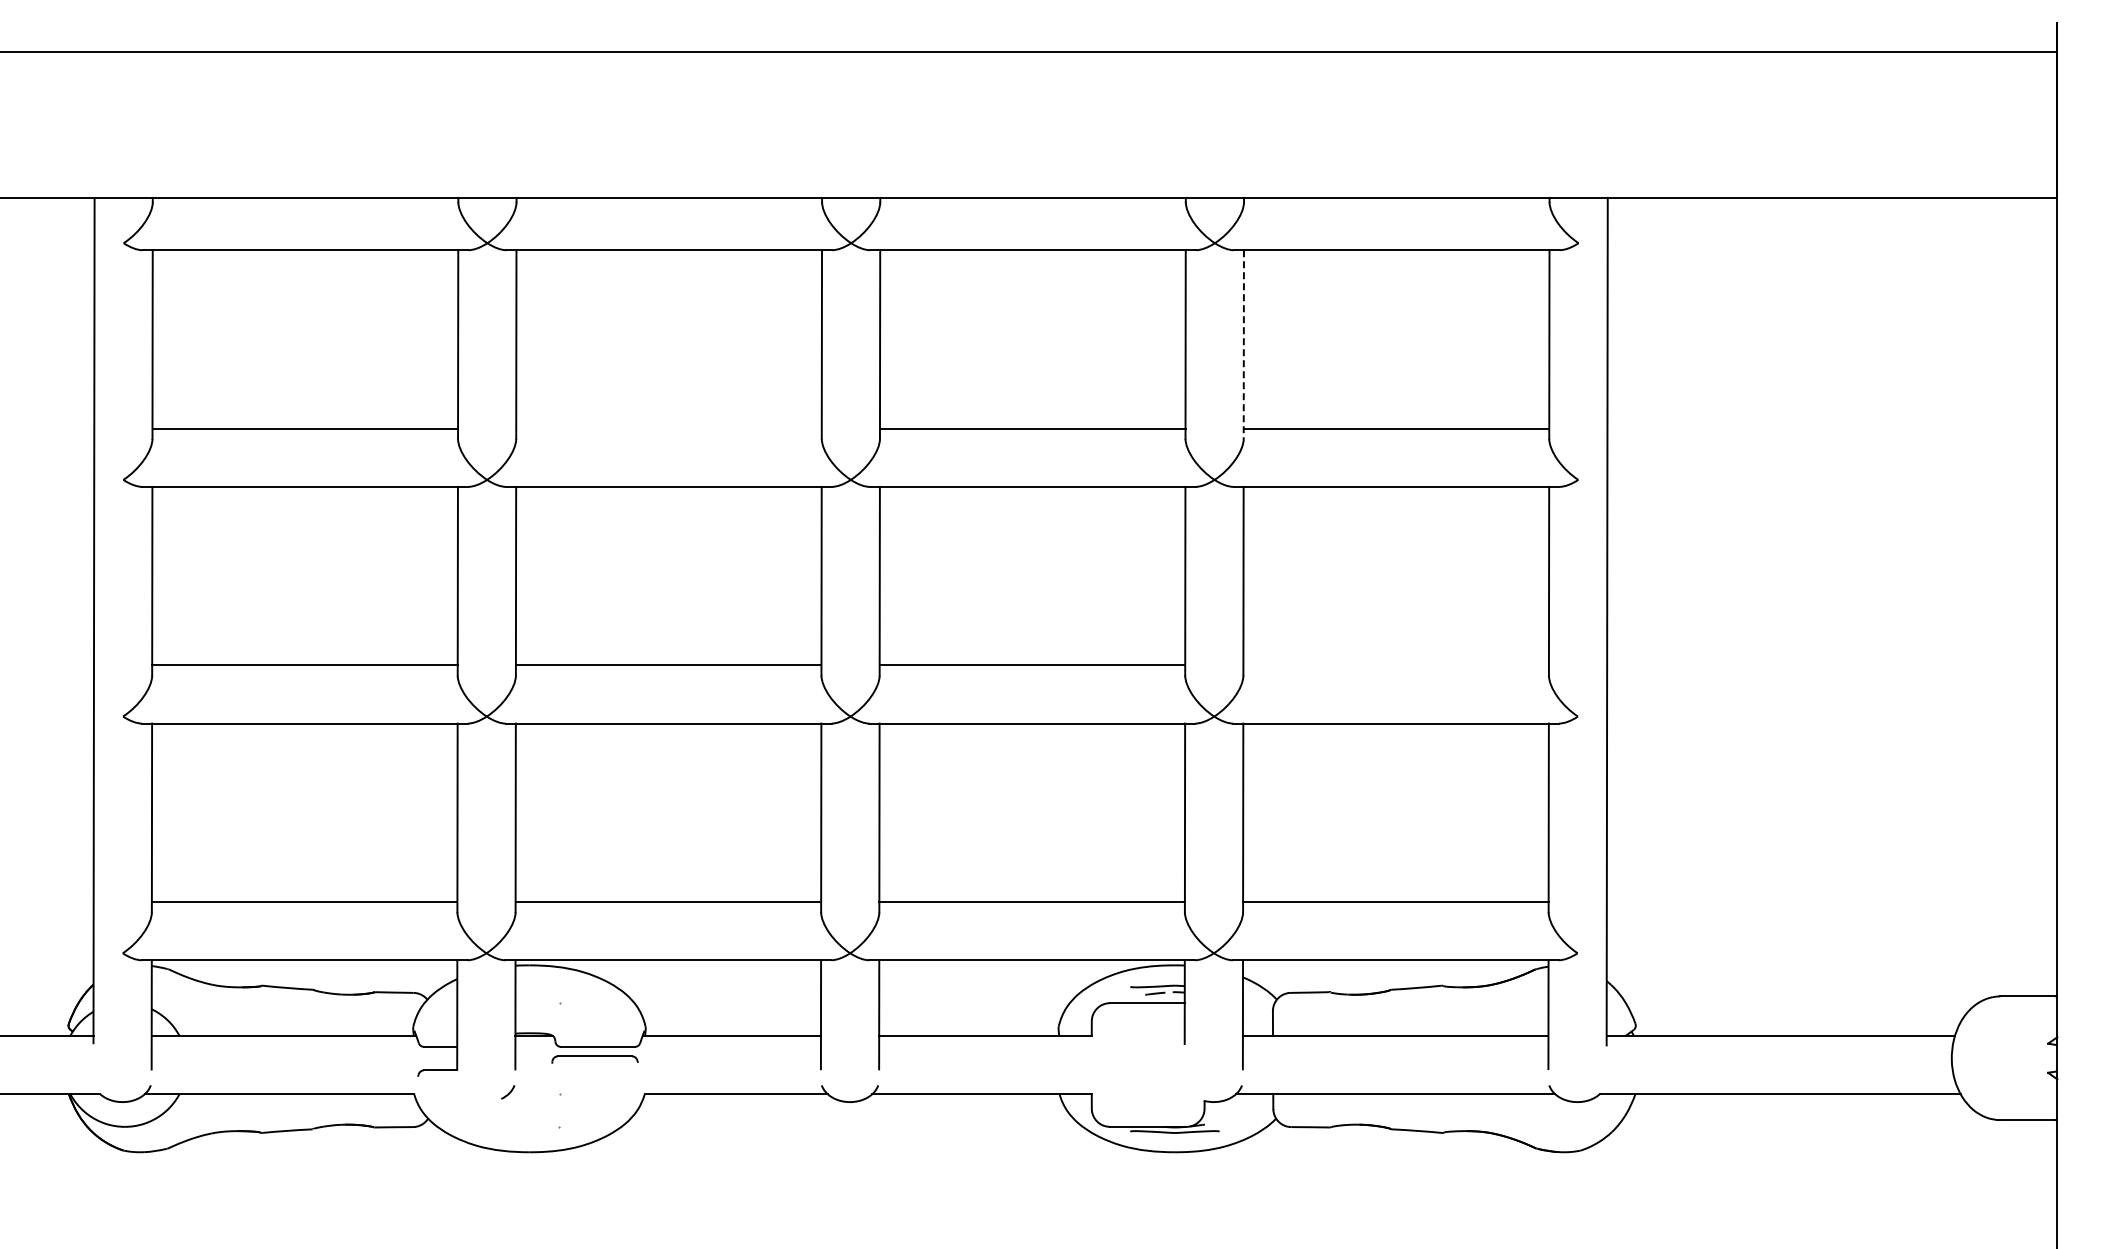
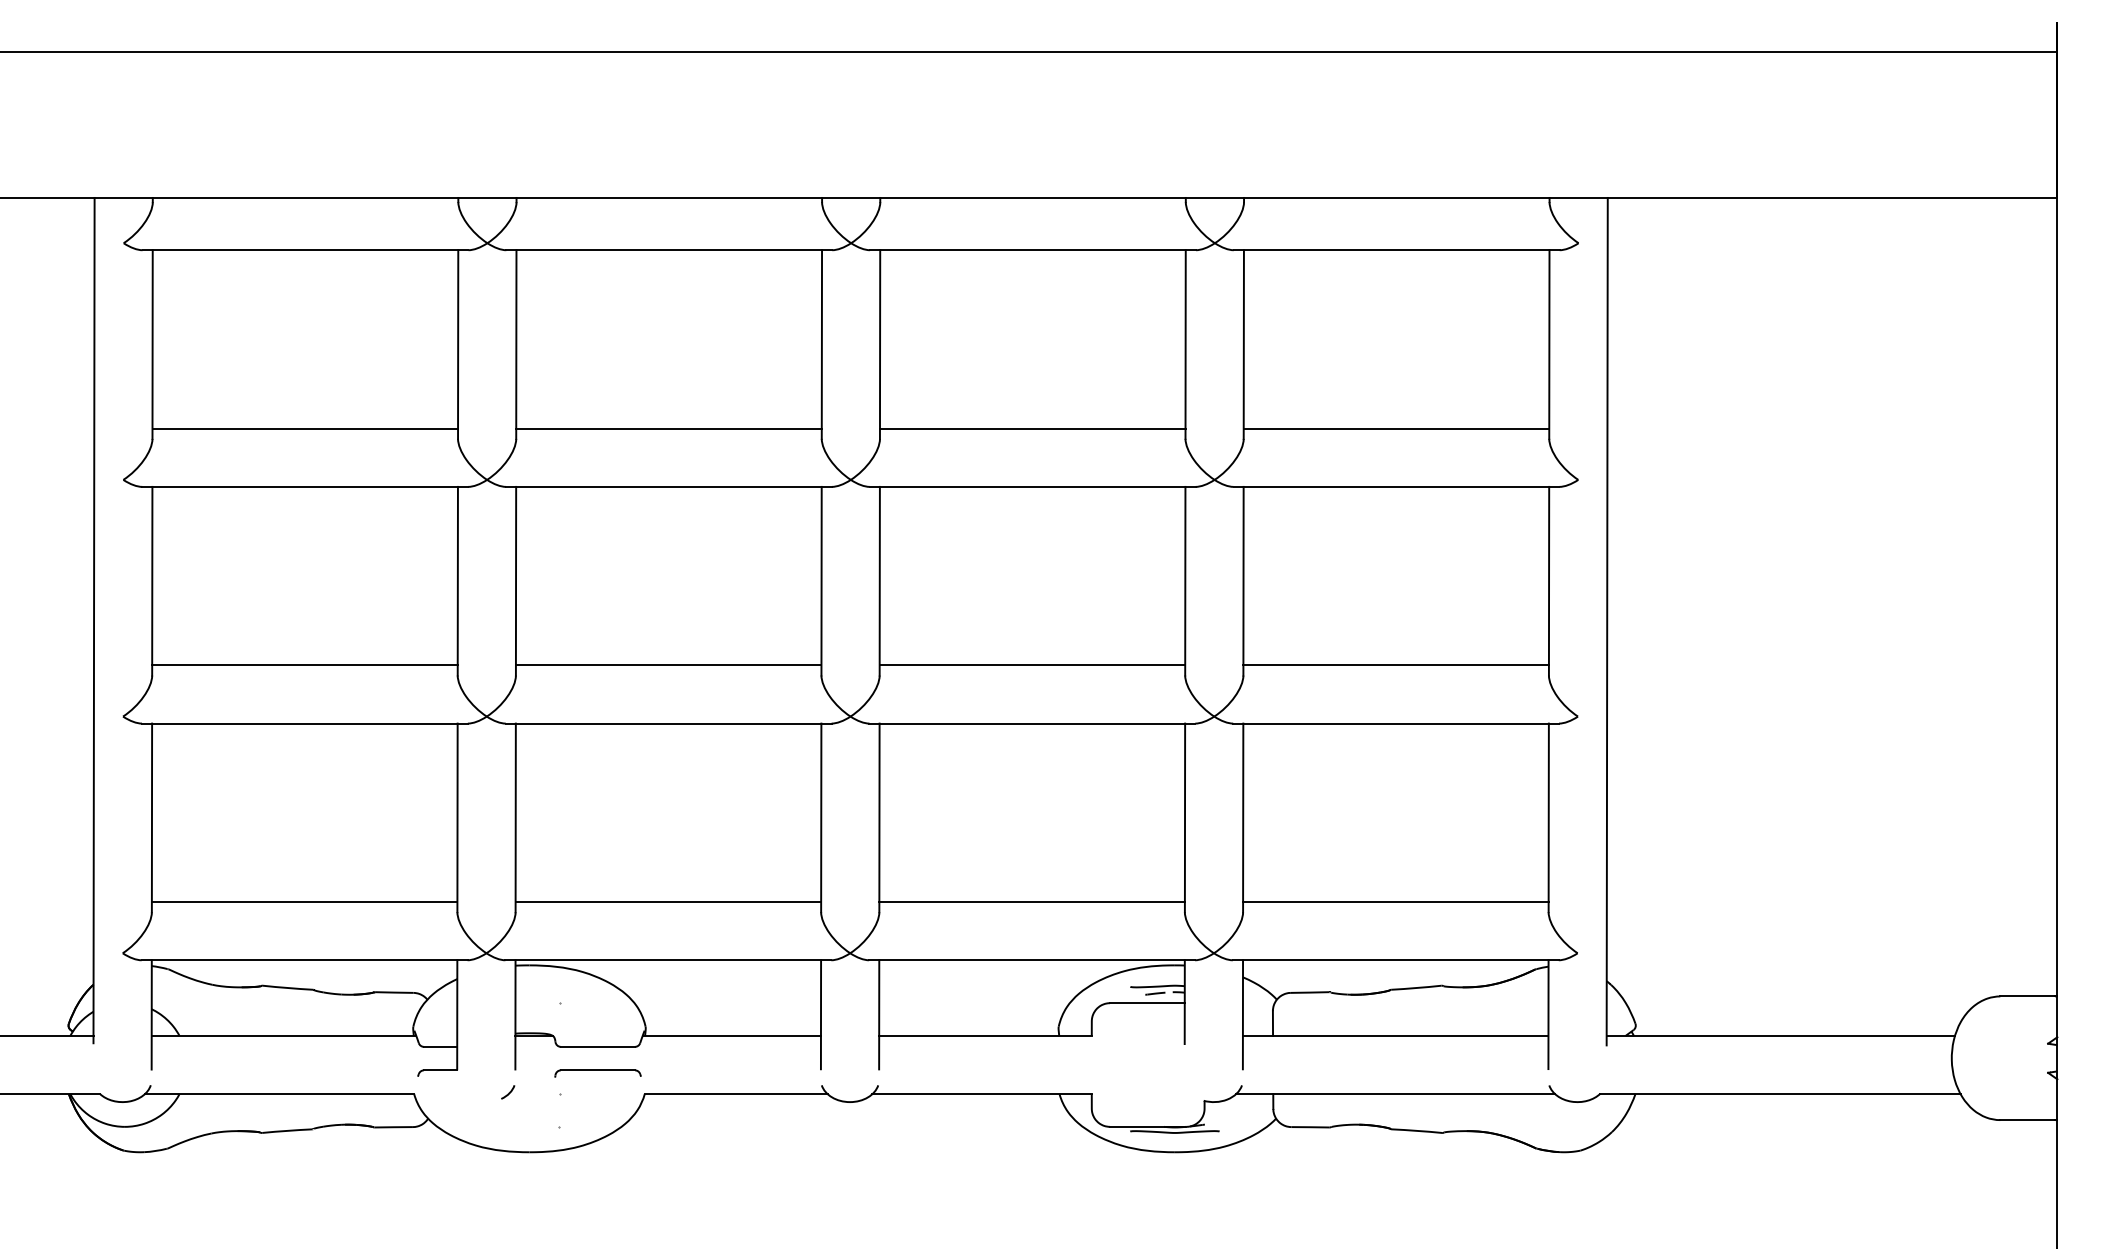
line at (1243, 345): dashed -> solid
line at (668, 428): none -> present
line at (1395, 665): none -> present
part at (594, 1059) position: (594, 1059) -> (597, 1073)
